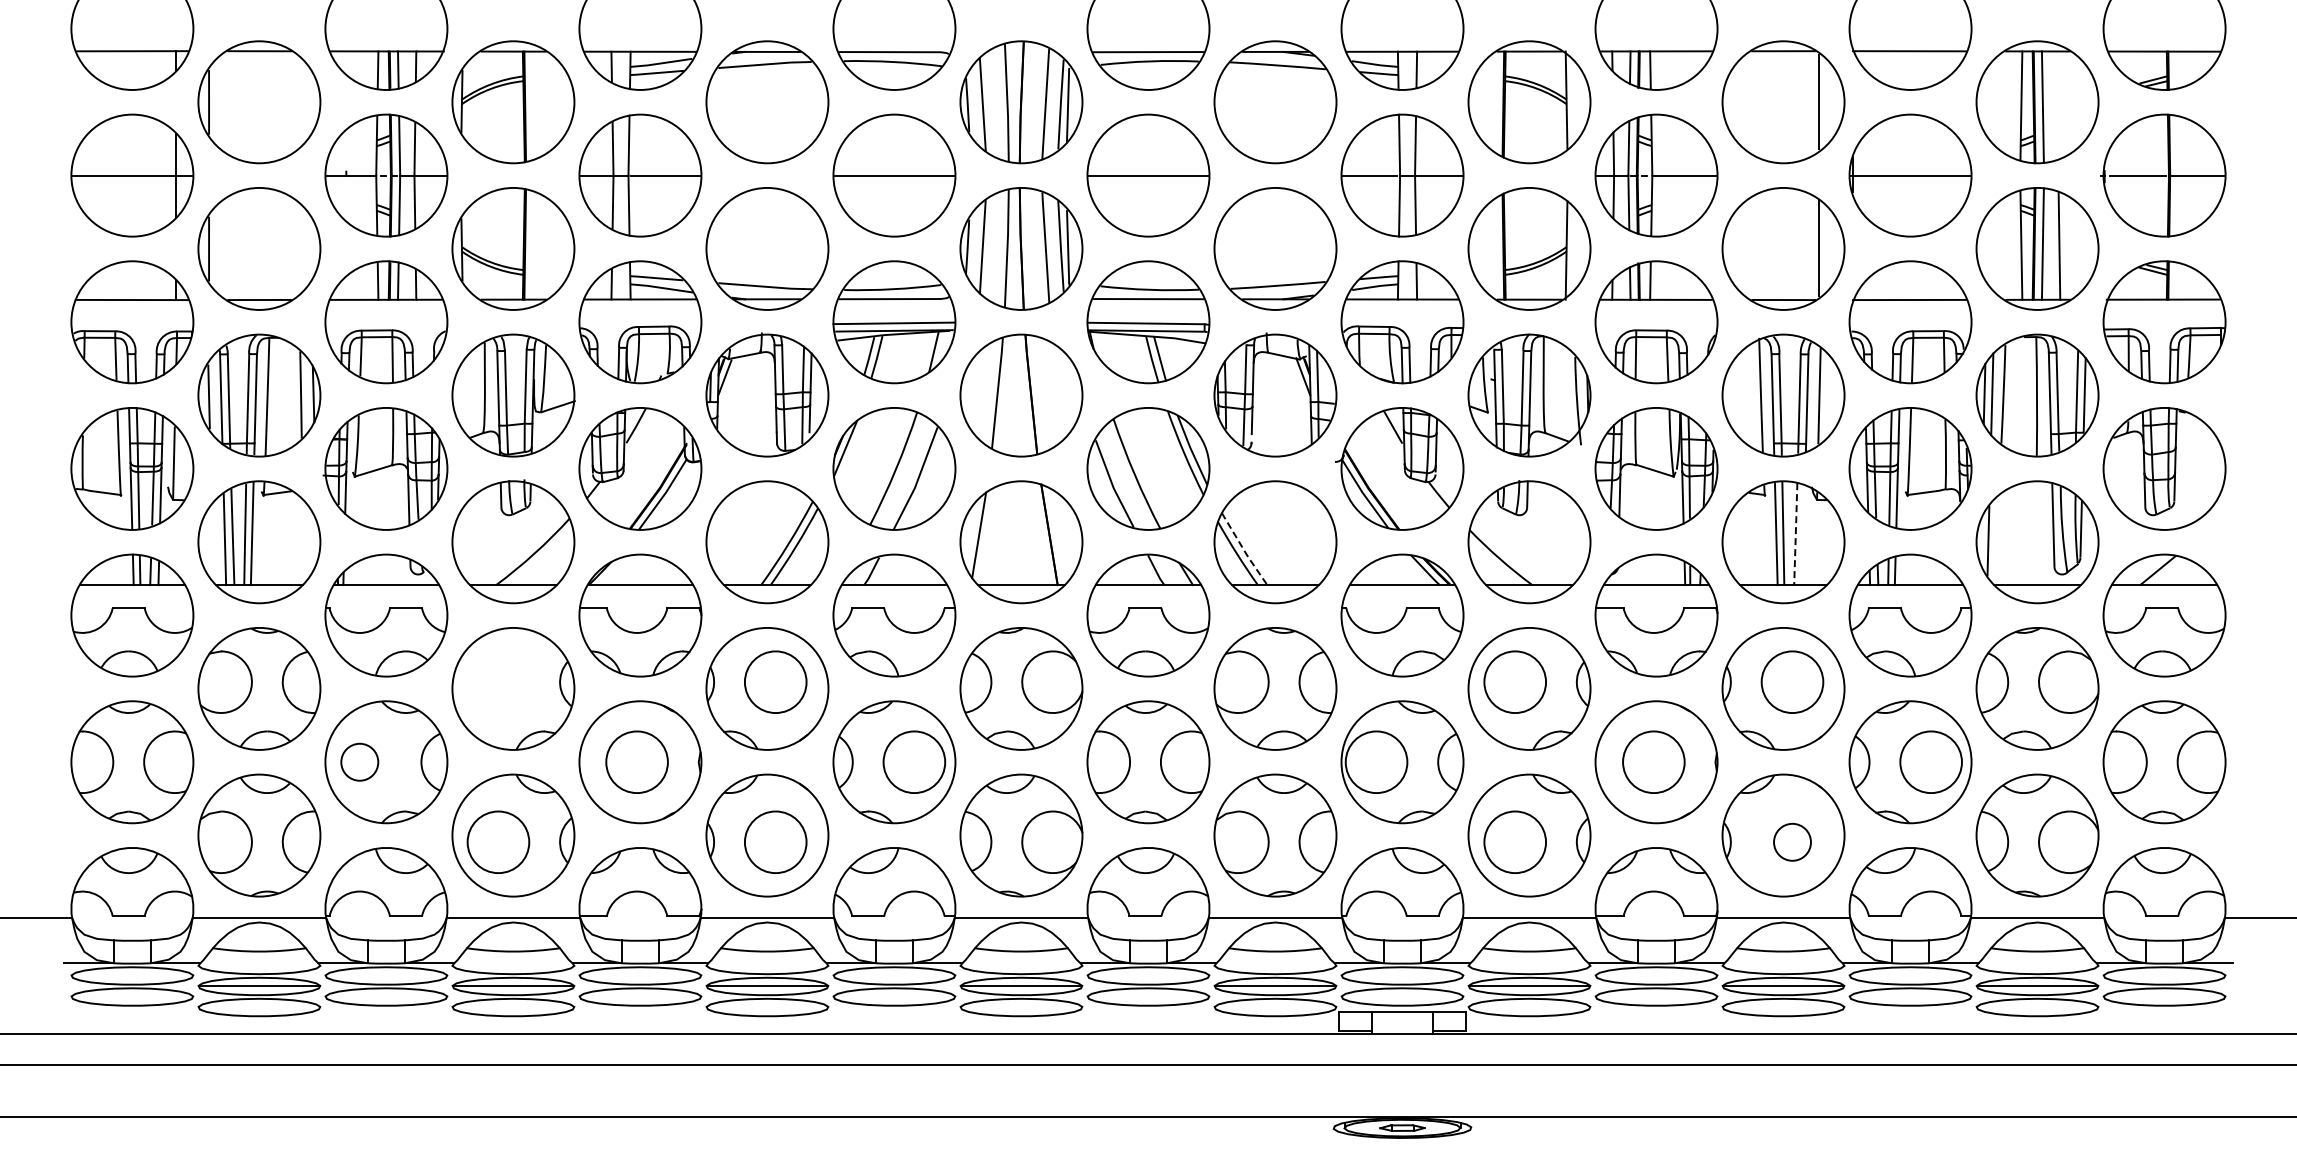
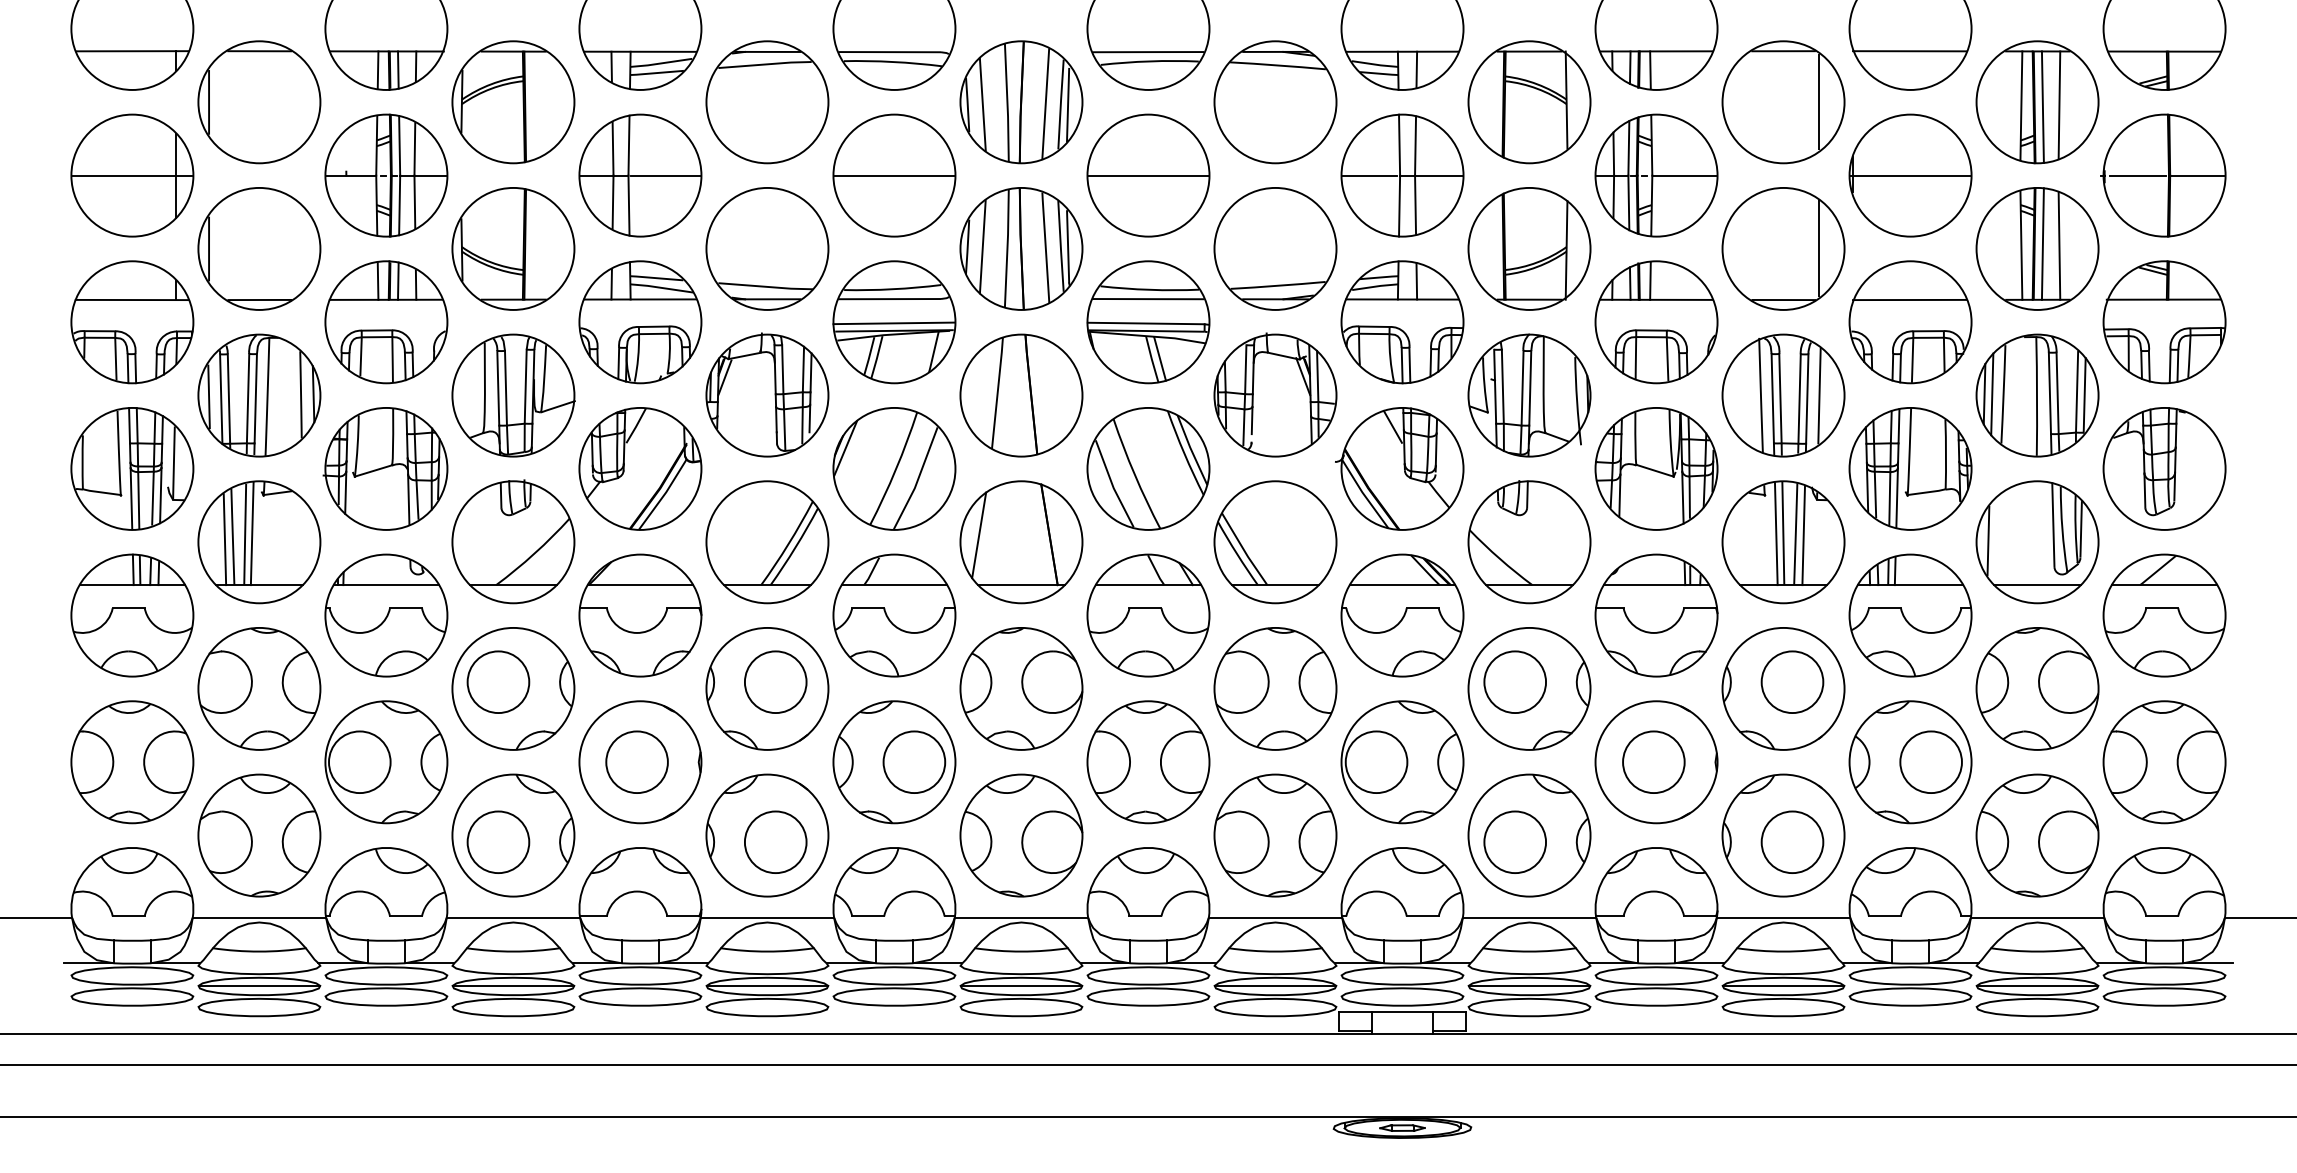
line at (2059, 104): none -> present
line at (1795, 534): dashed -> solid
line at (1803, 535): none -> present
line at (1244, 550): dashed -> solid
circle at (498, 681): none -> present
circle at (359, 761) diameter: 37 px -> 62 px
circle at (1792, 841) diameter: 37 px -> 62 px
